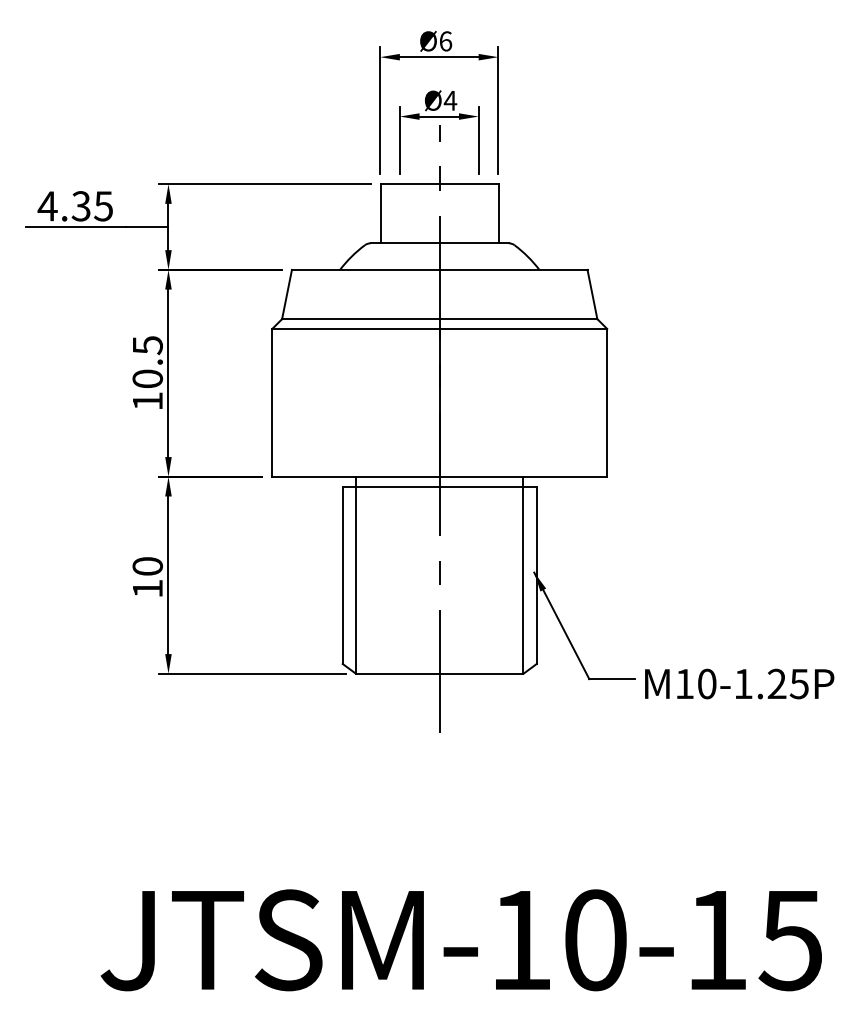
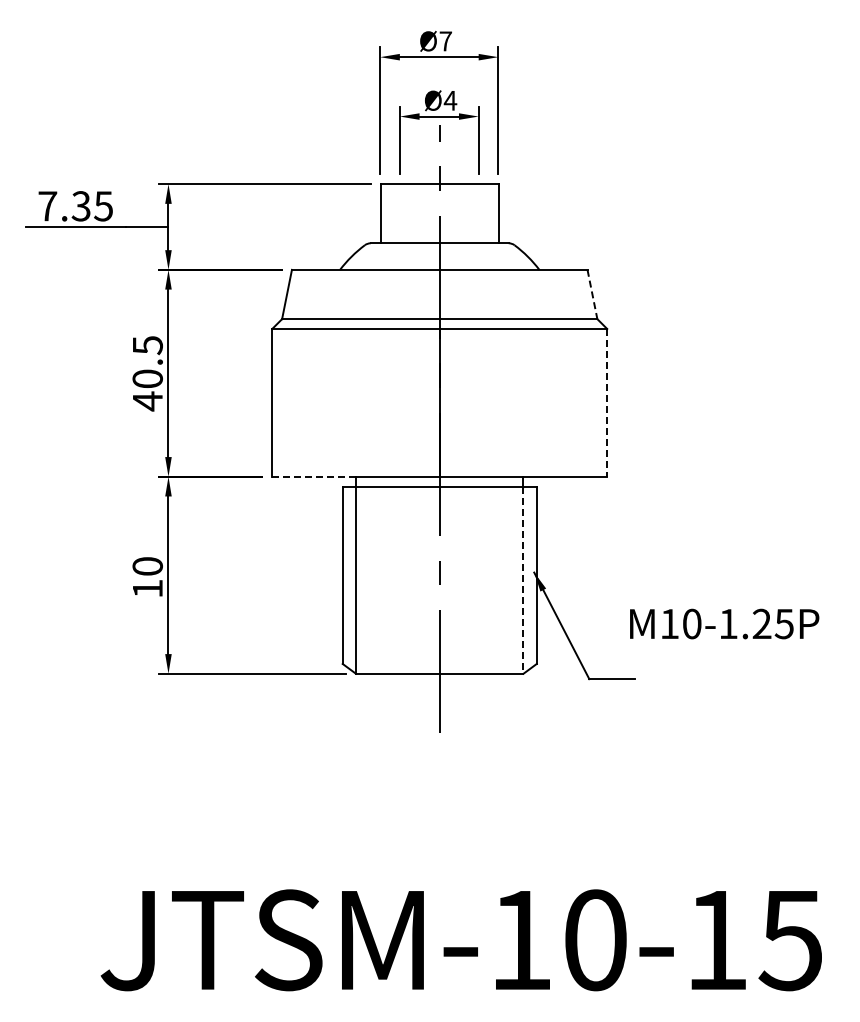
text at (445, 41): Ø6 -> Ø7
text at (47, 206): 4.35 -> 7.35
line at (592, 294): solid -> dashed
text at (147, 401): 10.5 -> 40.5
line at (607, 402): solid -> dashed
line at (314, 476): solid -> dashed
line at (523, 580): solid -> dashed
text at (739, 683) position: (739, 683) -> (724, 623)
